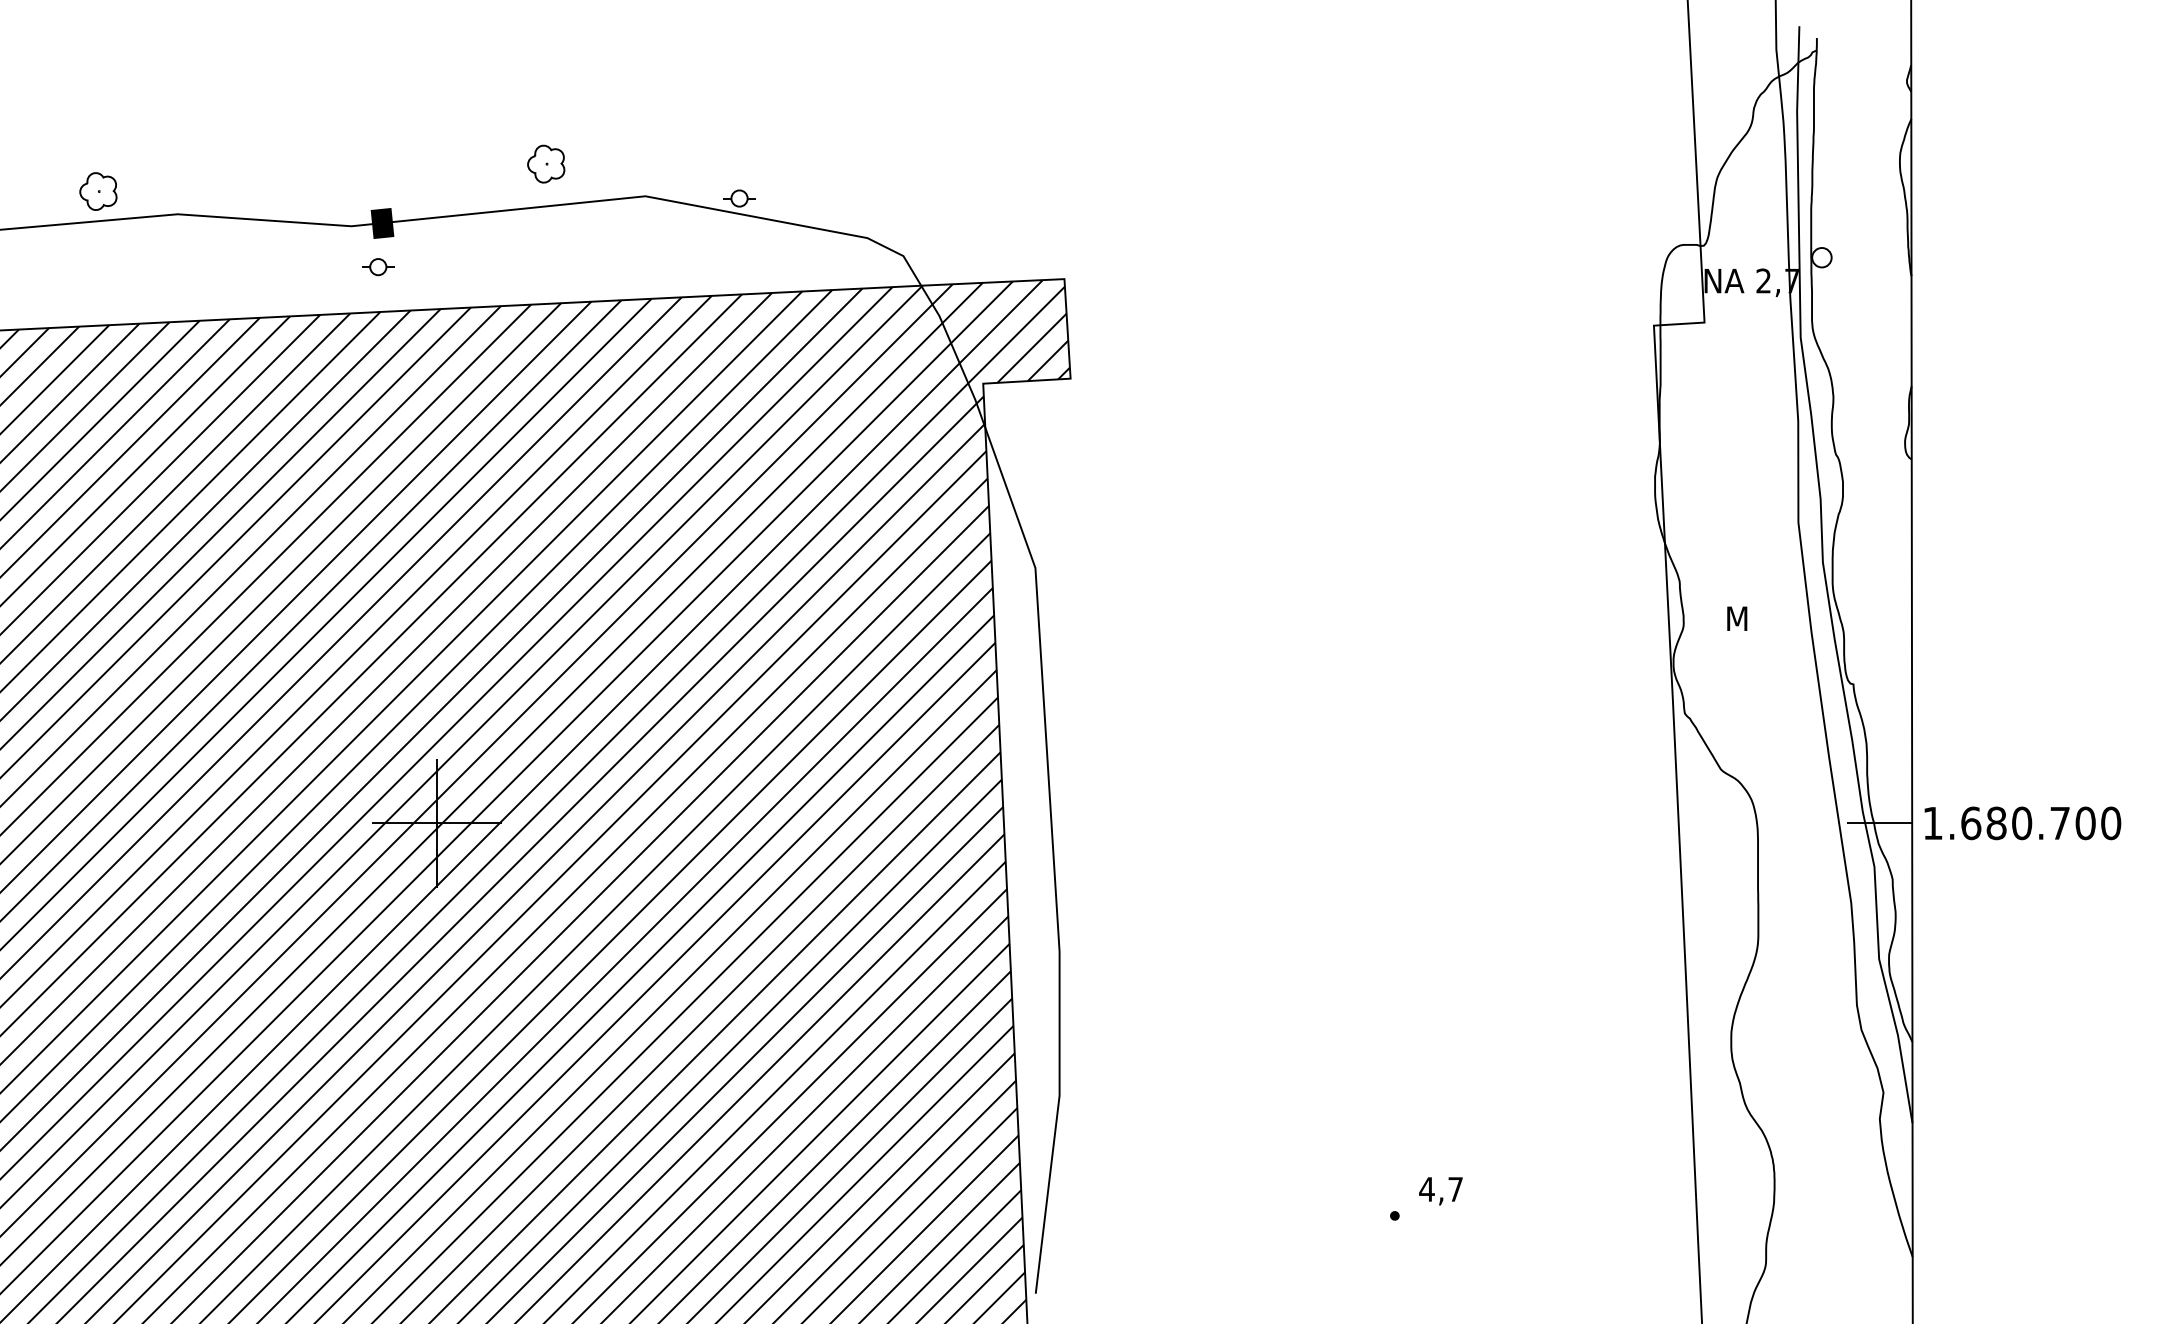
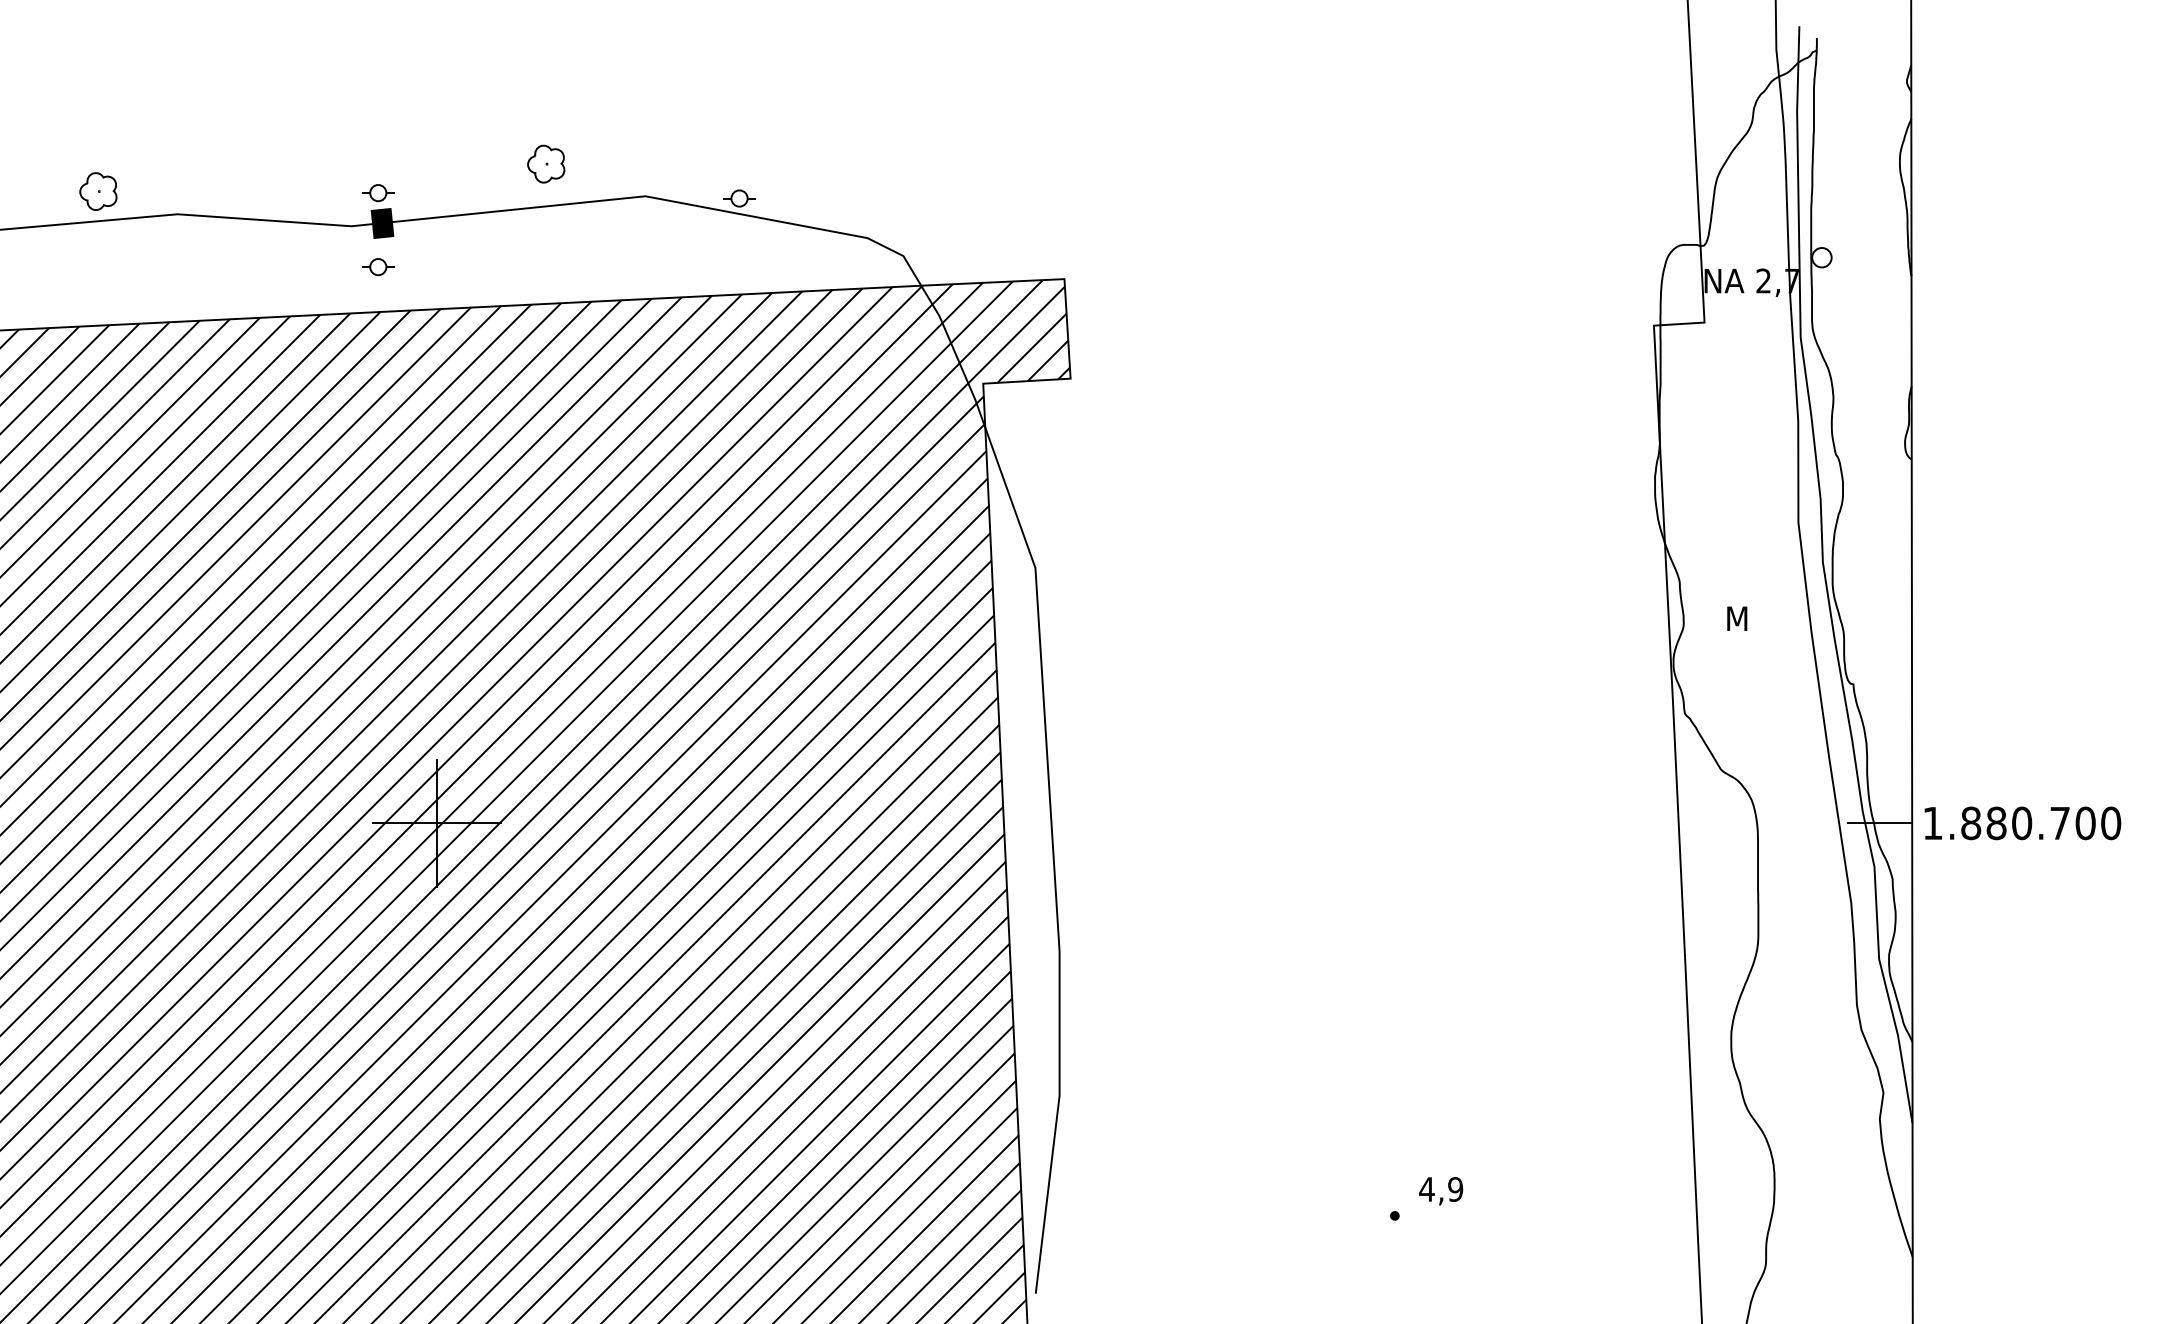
part at (378, 193): none -> present
text at (1971, 823): 1.680.700 -> 1.880.700
text at (1455, 1189): 4,7 -> 4,9
